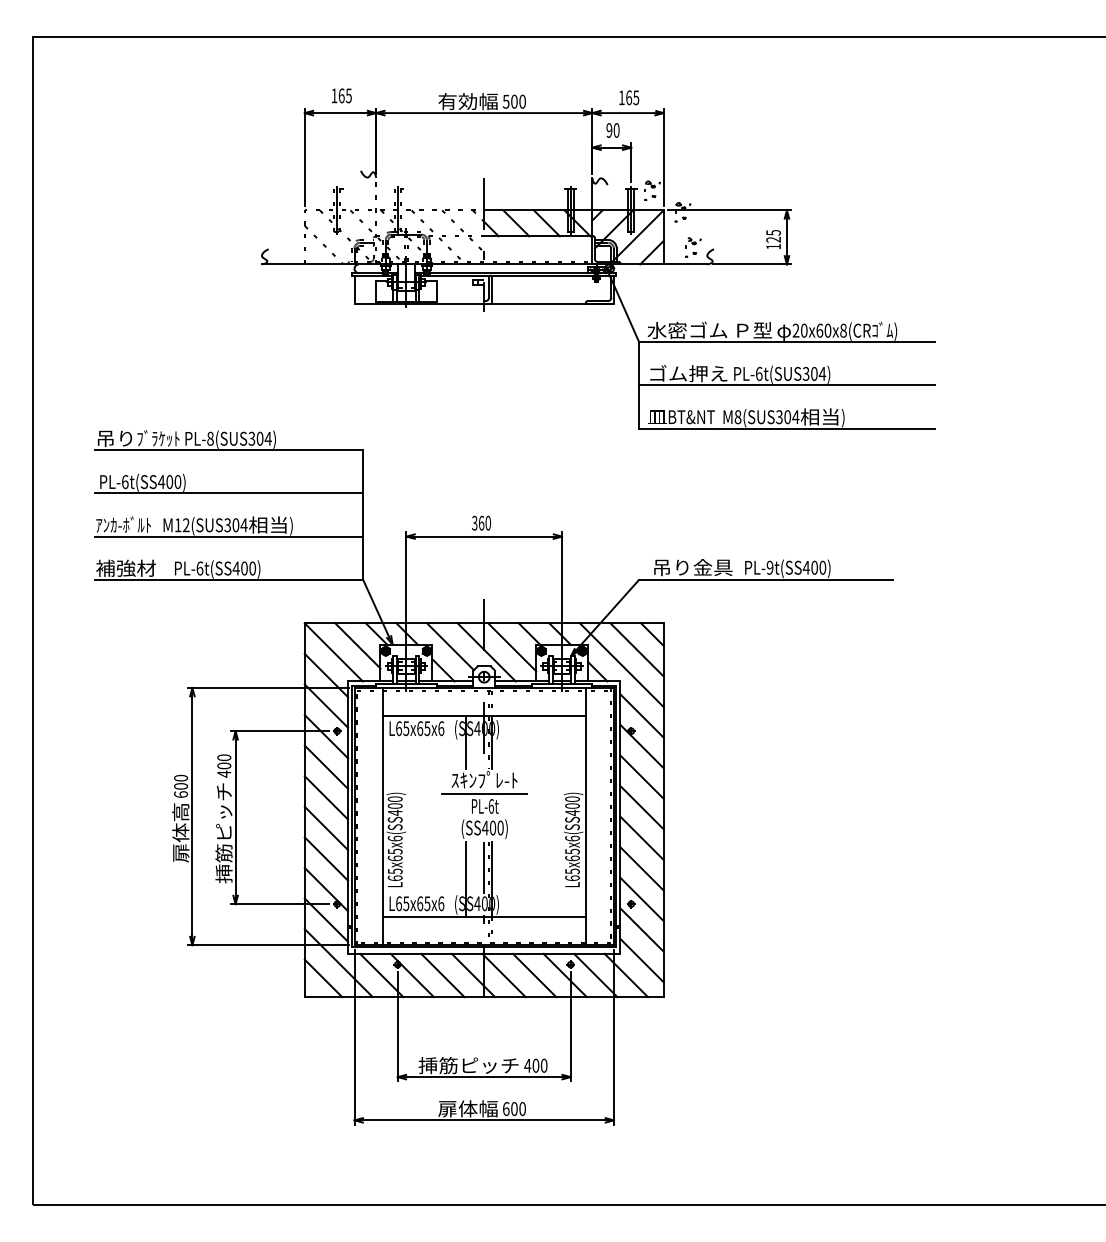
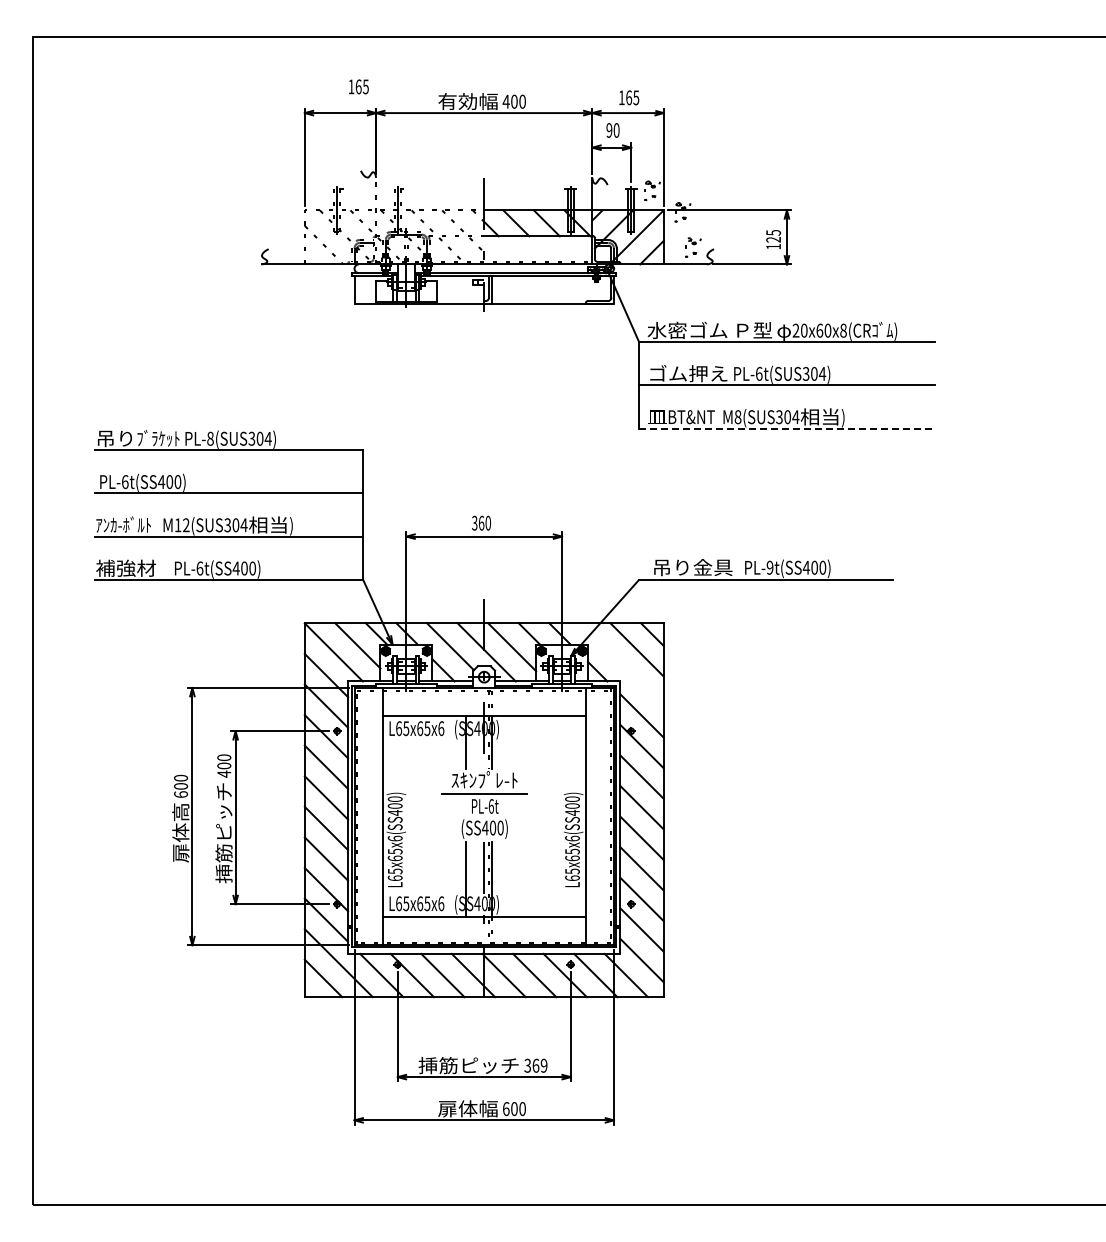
text at (341, 95) position: (341, 95) -> (358, 86)
text at (505, 101): 500 -> 400
line at (787, 428): solid -> dashed
line at (621, 665): present -> none
text at (535, 1065): 400 -> 369
